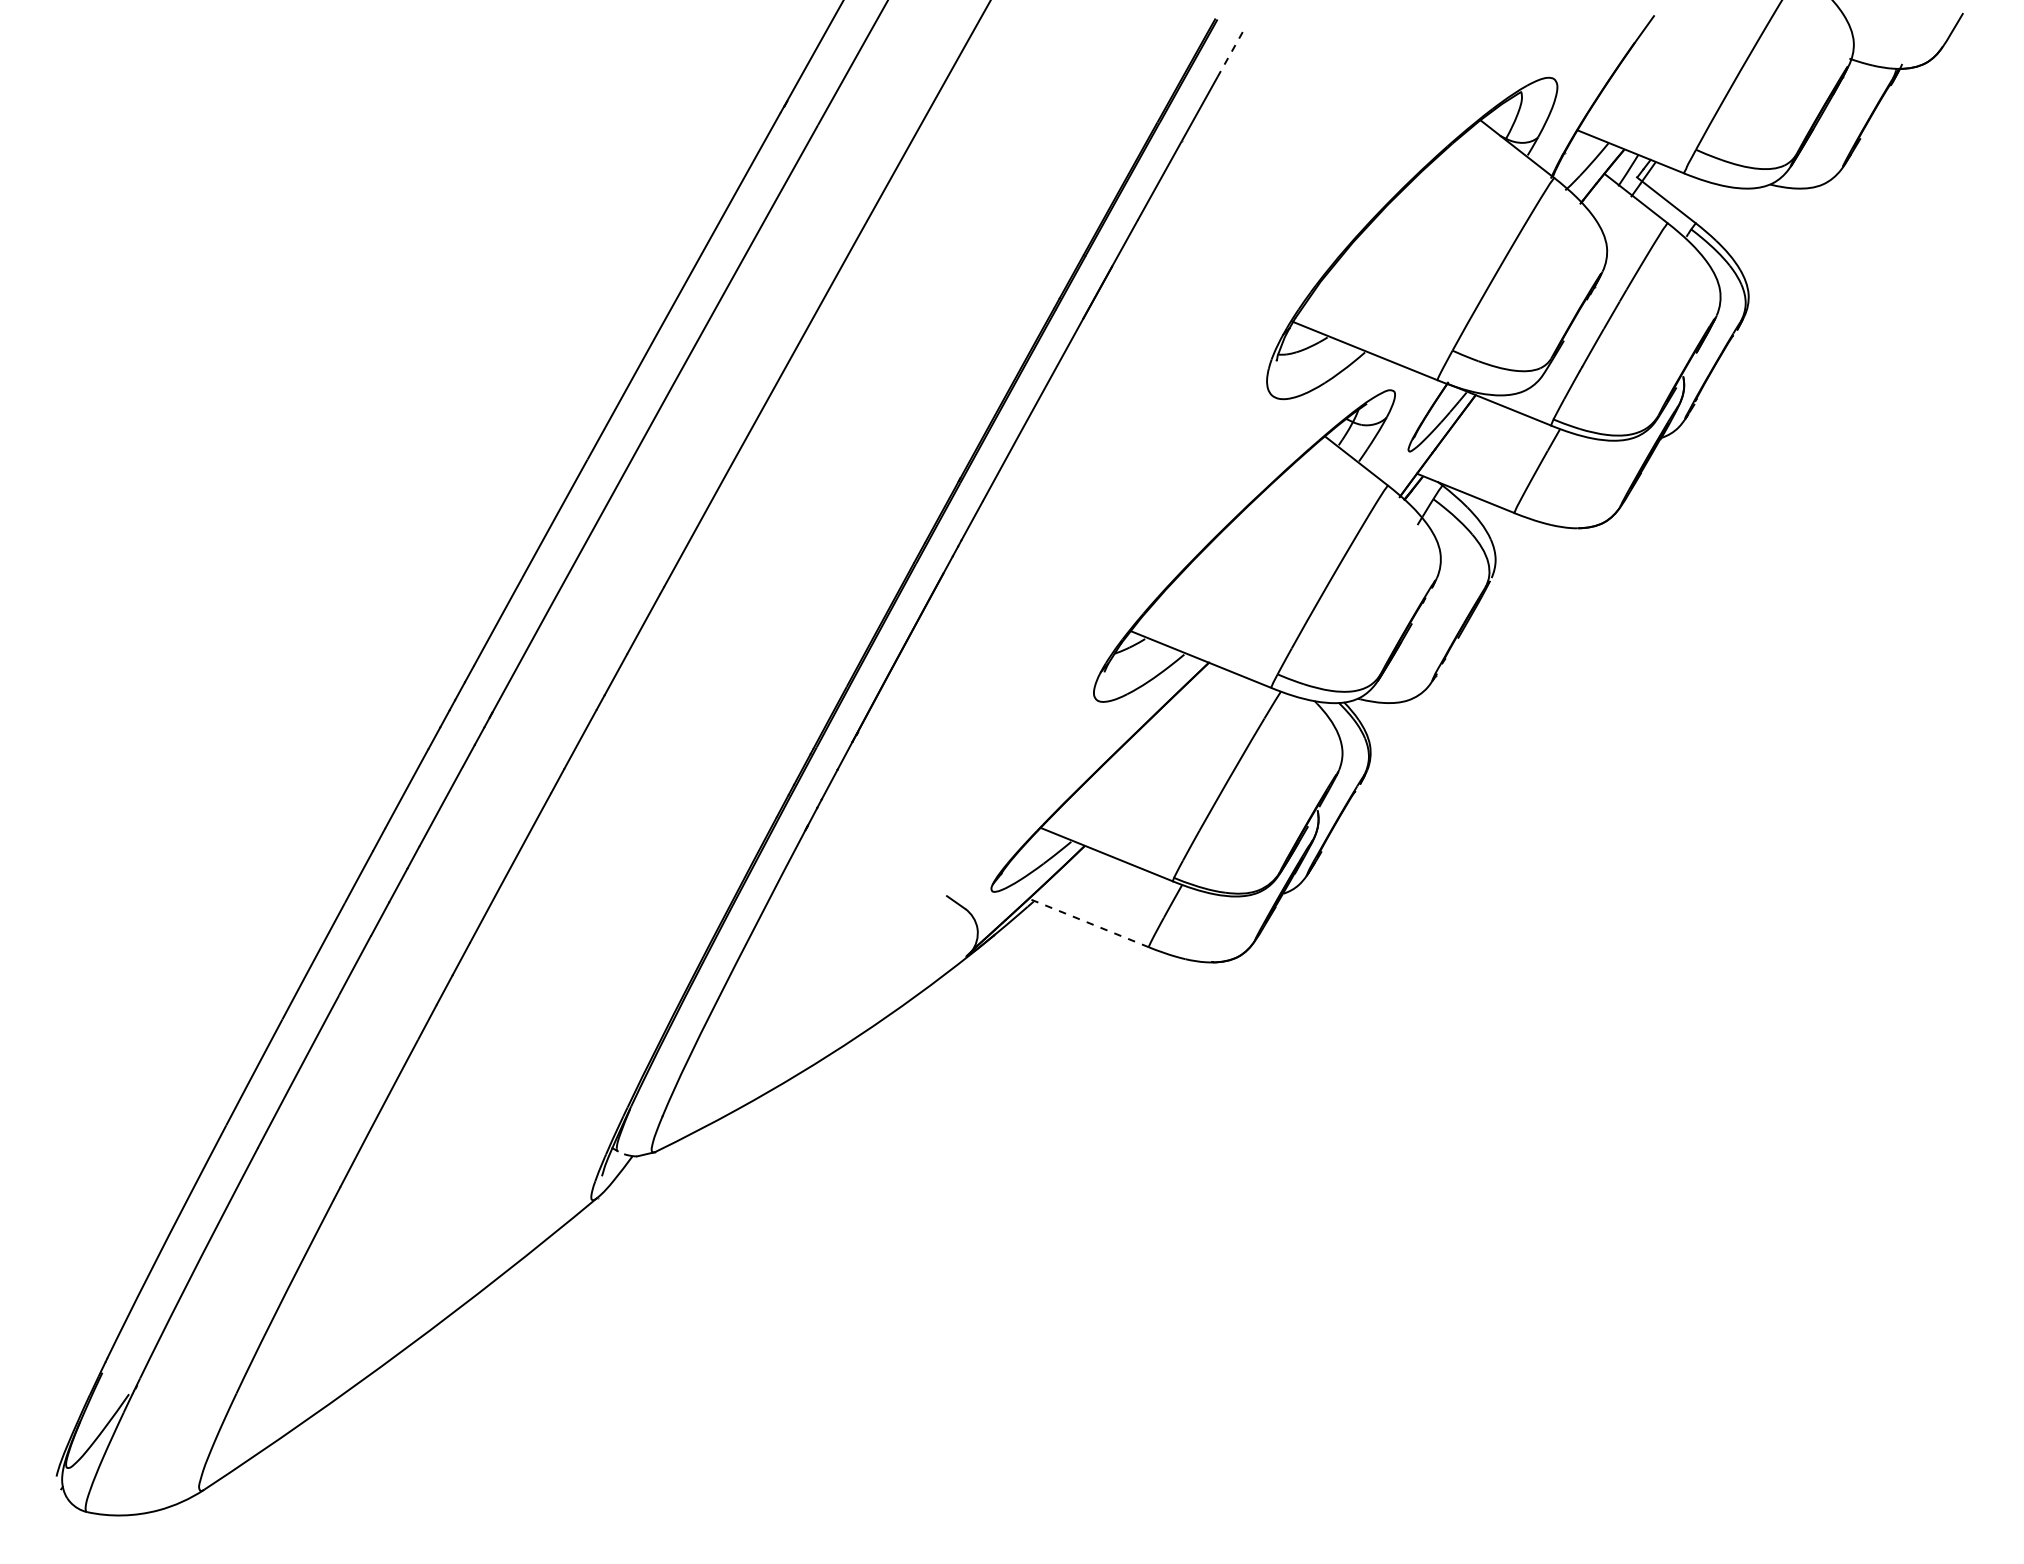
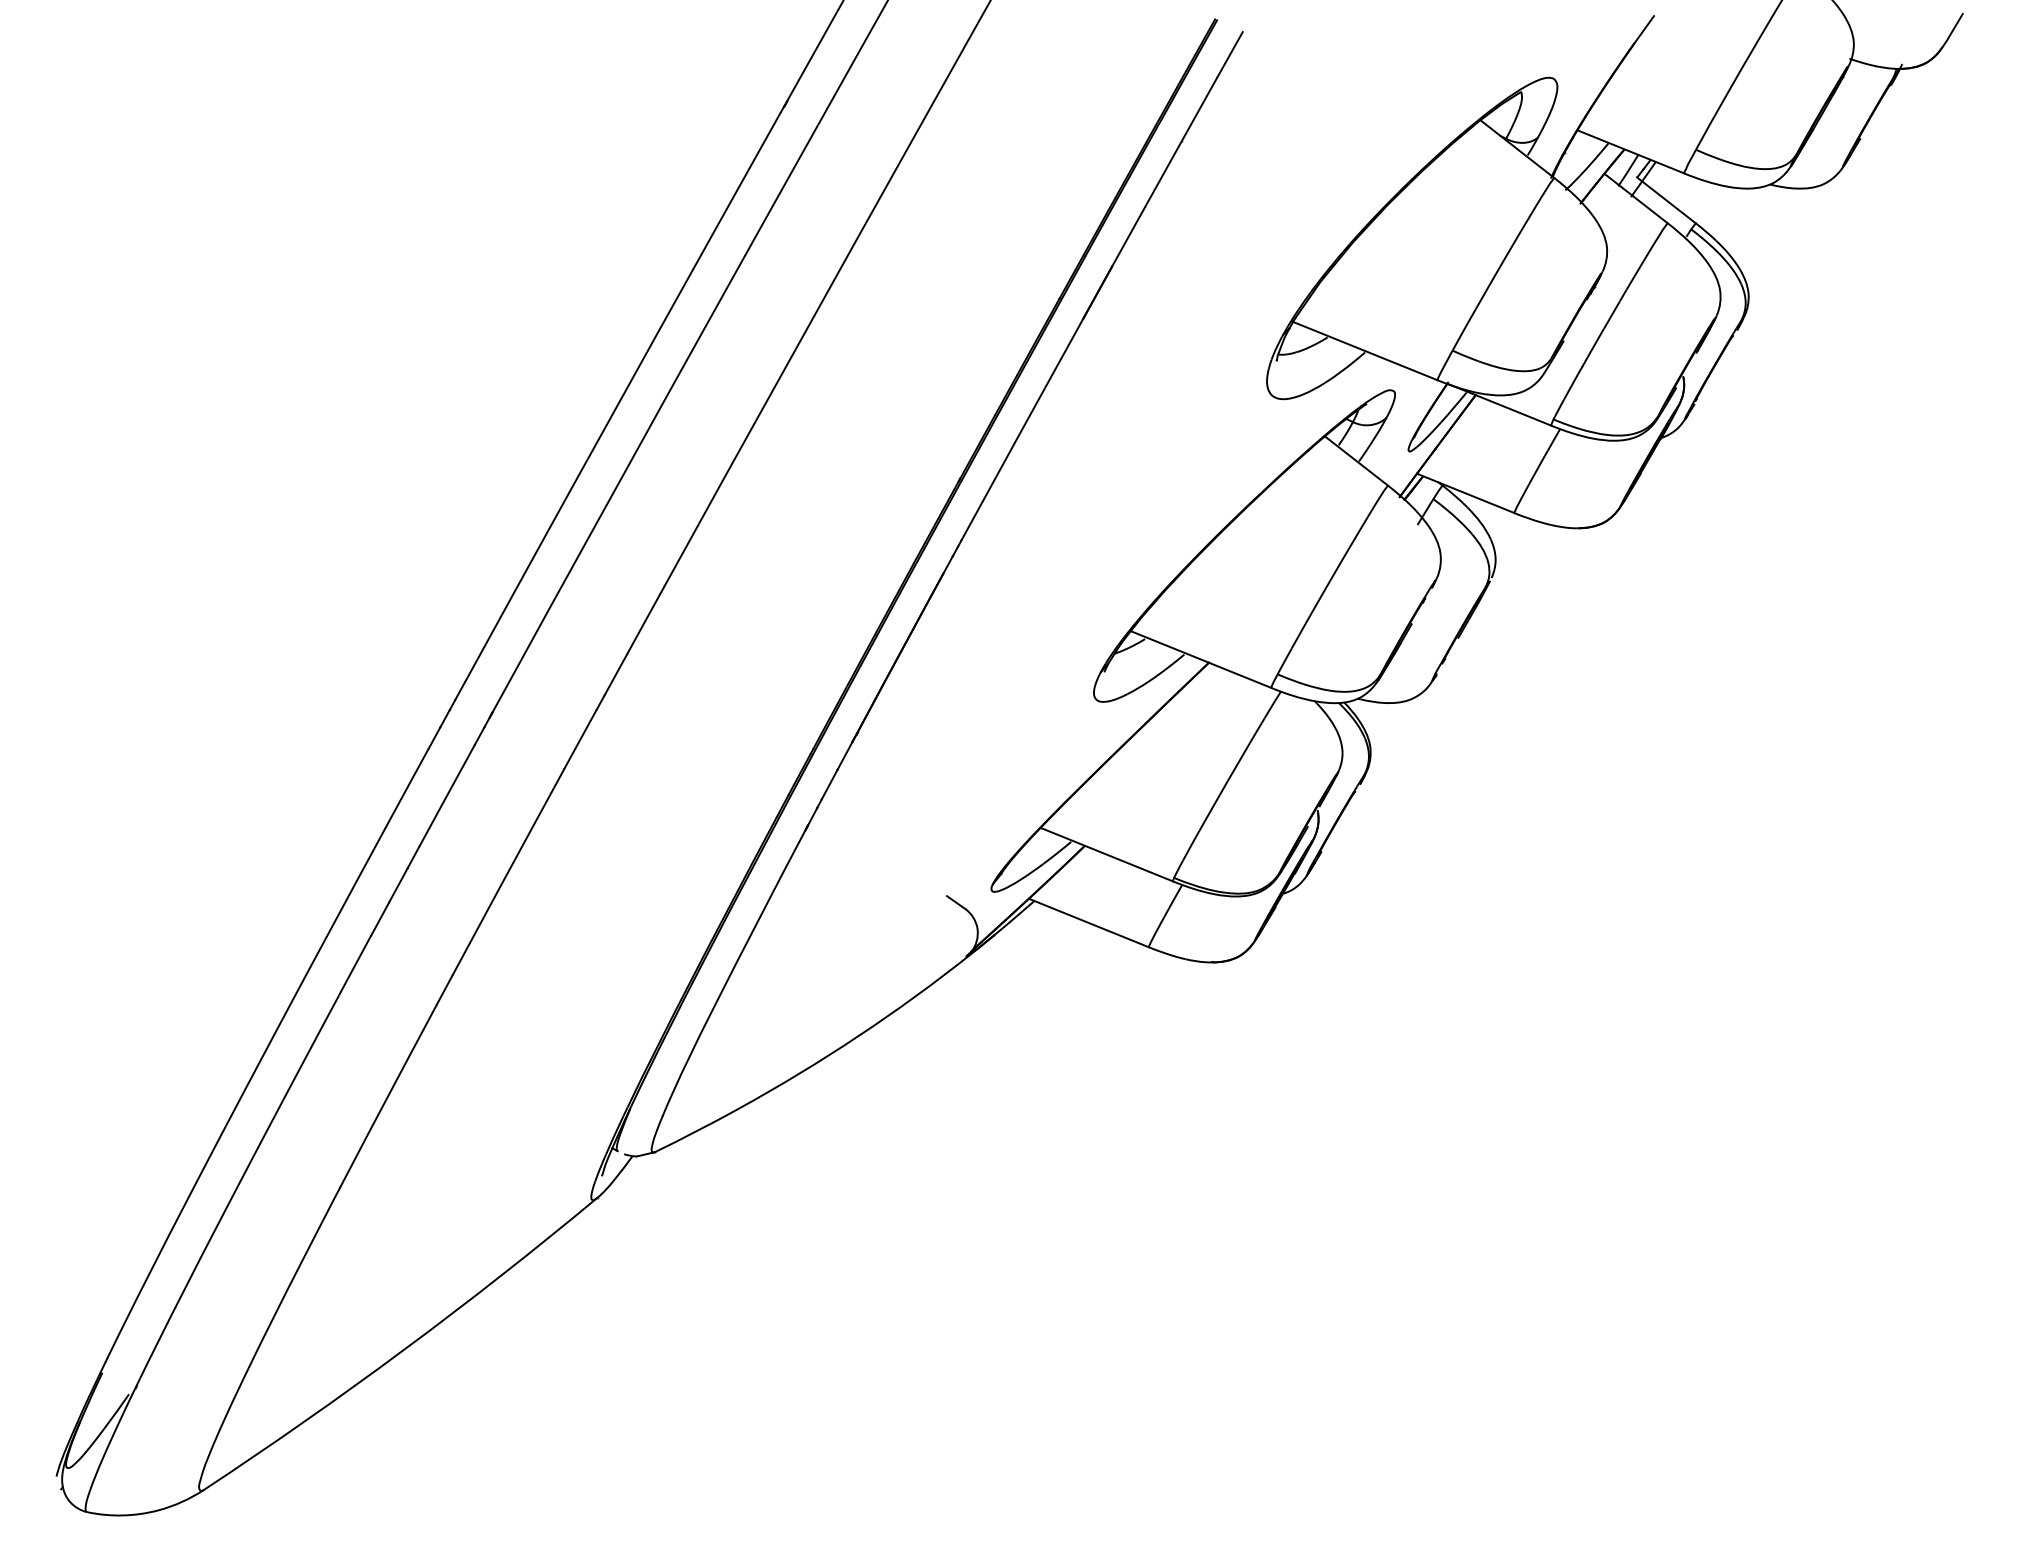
line at (1230, 54): dashed -> solid
line at (1088, 923): dashed -> solid
